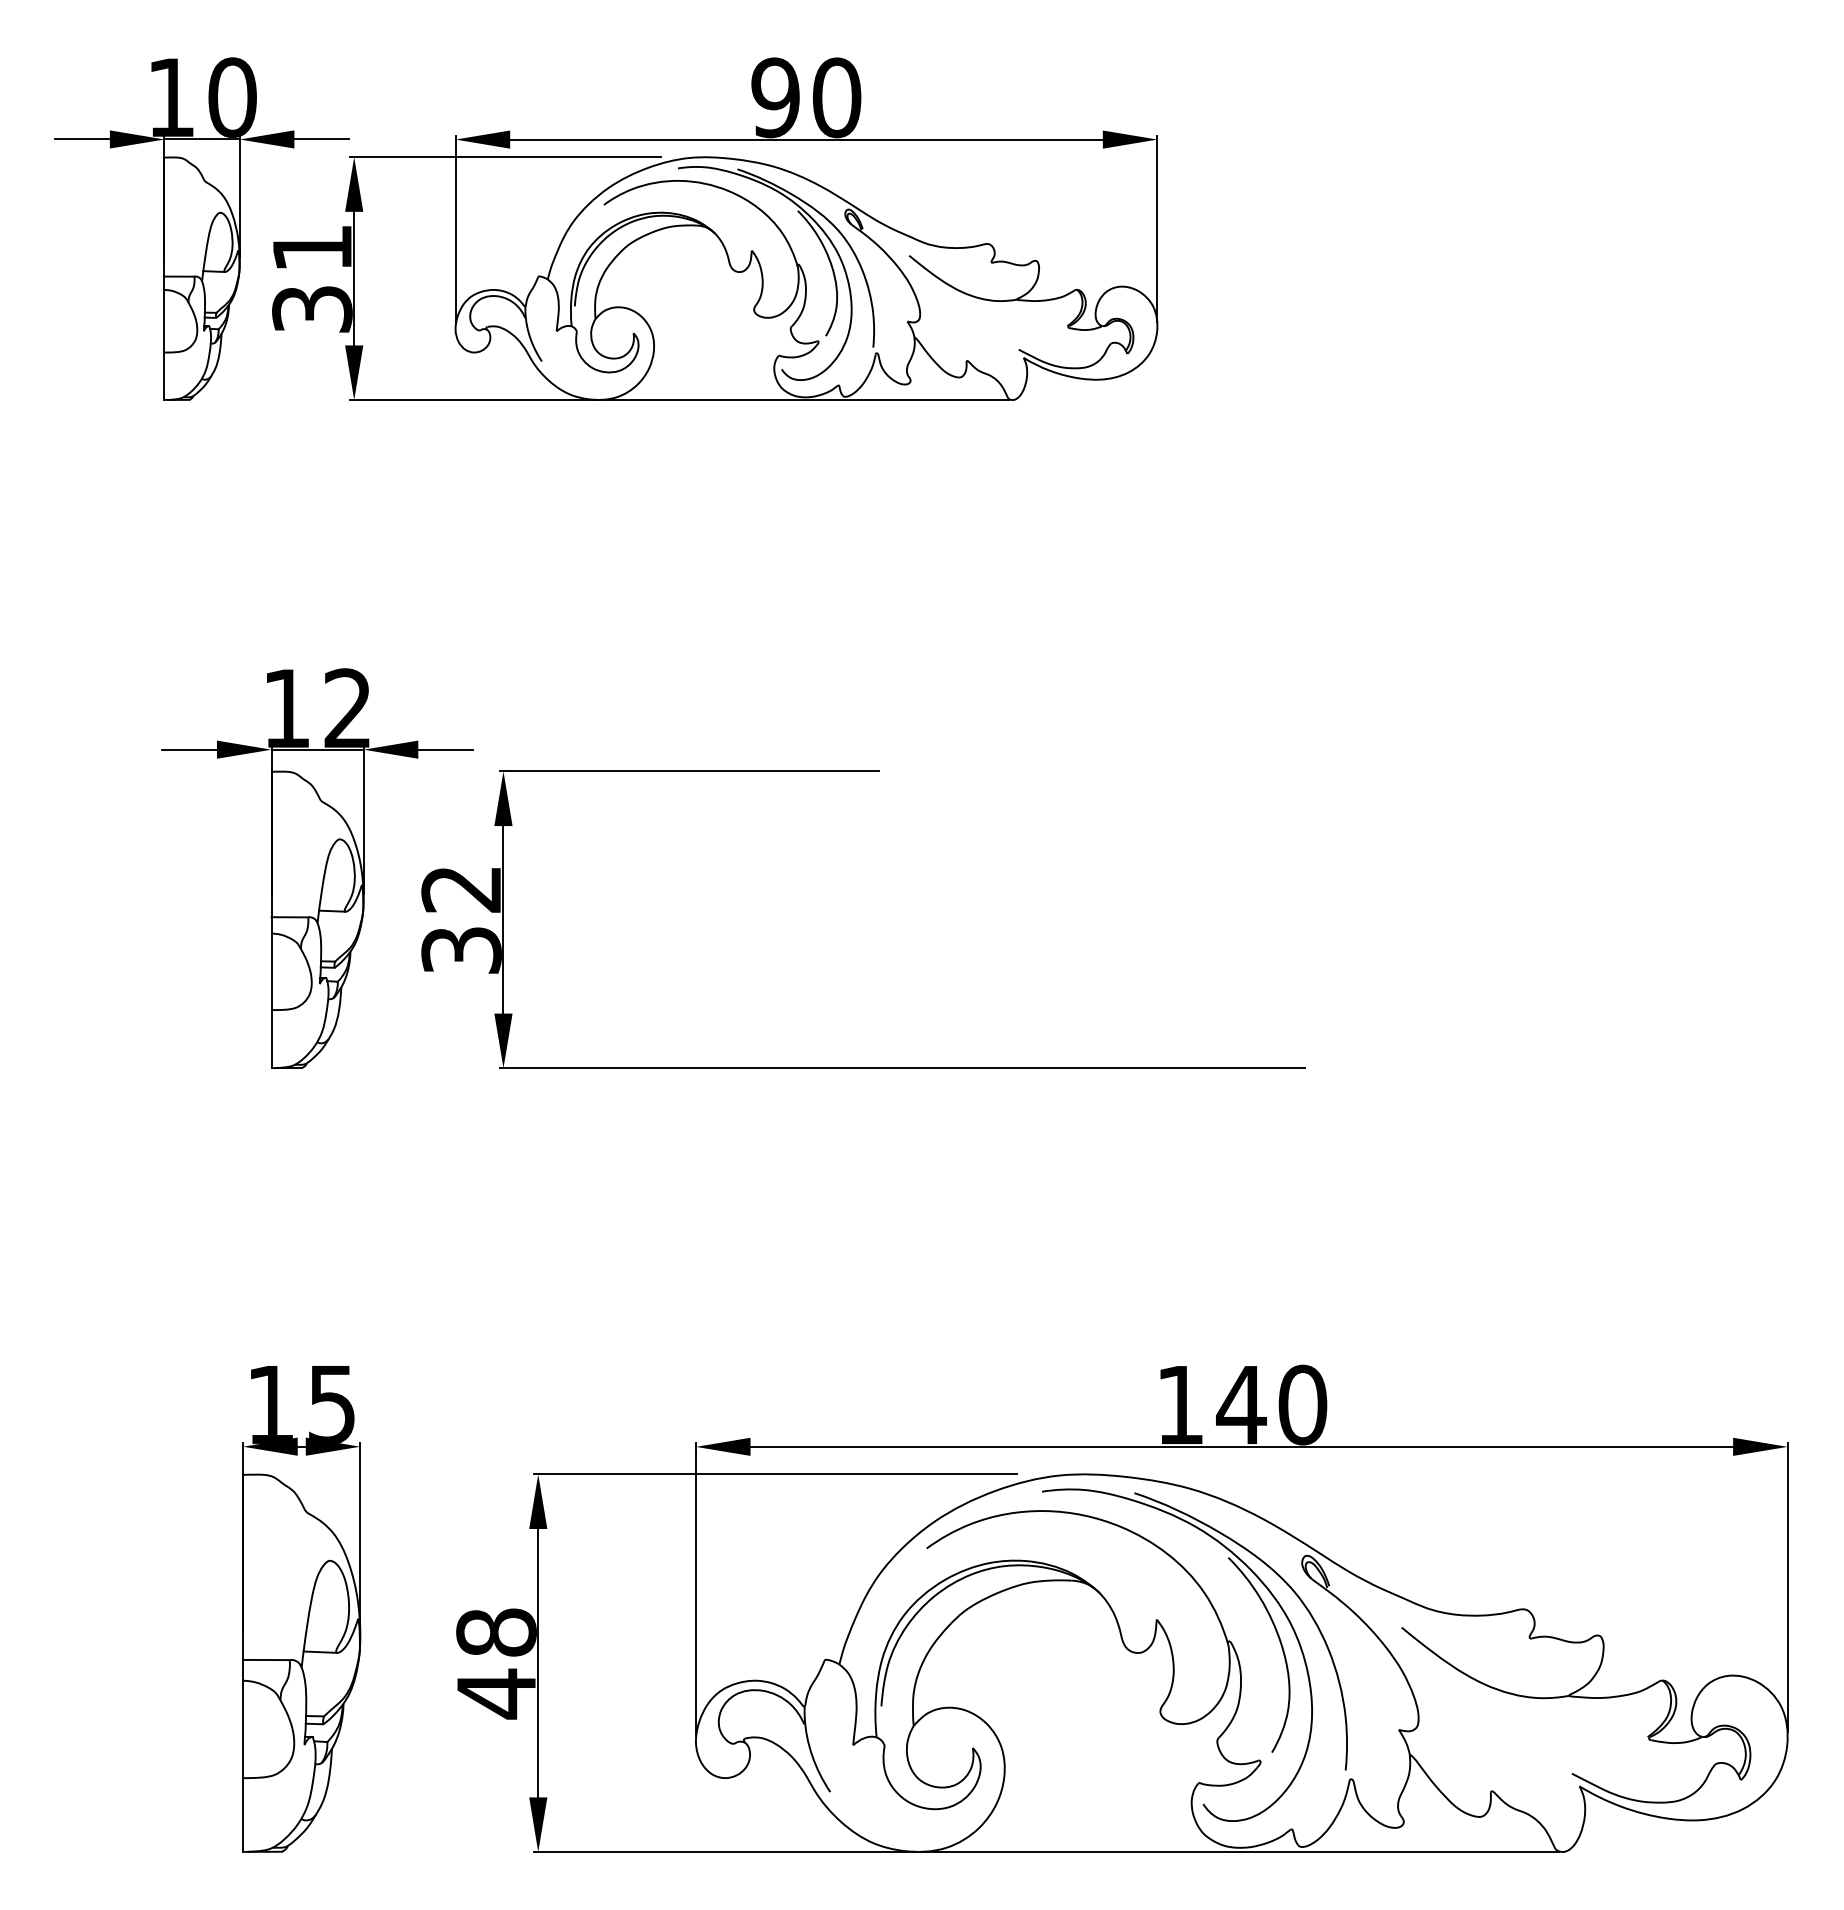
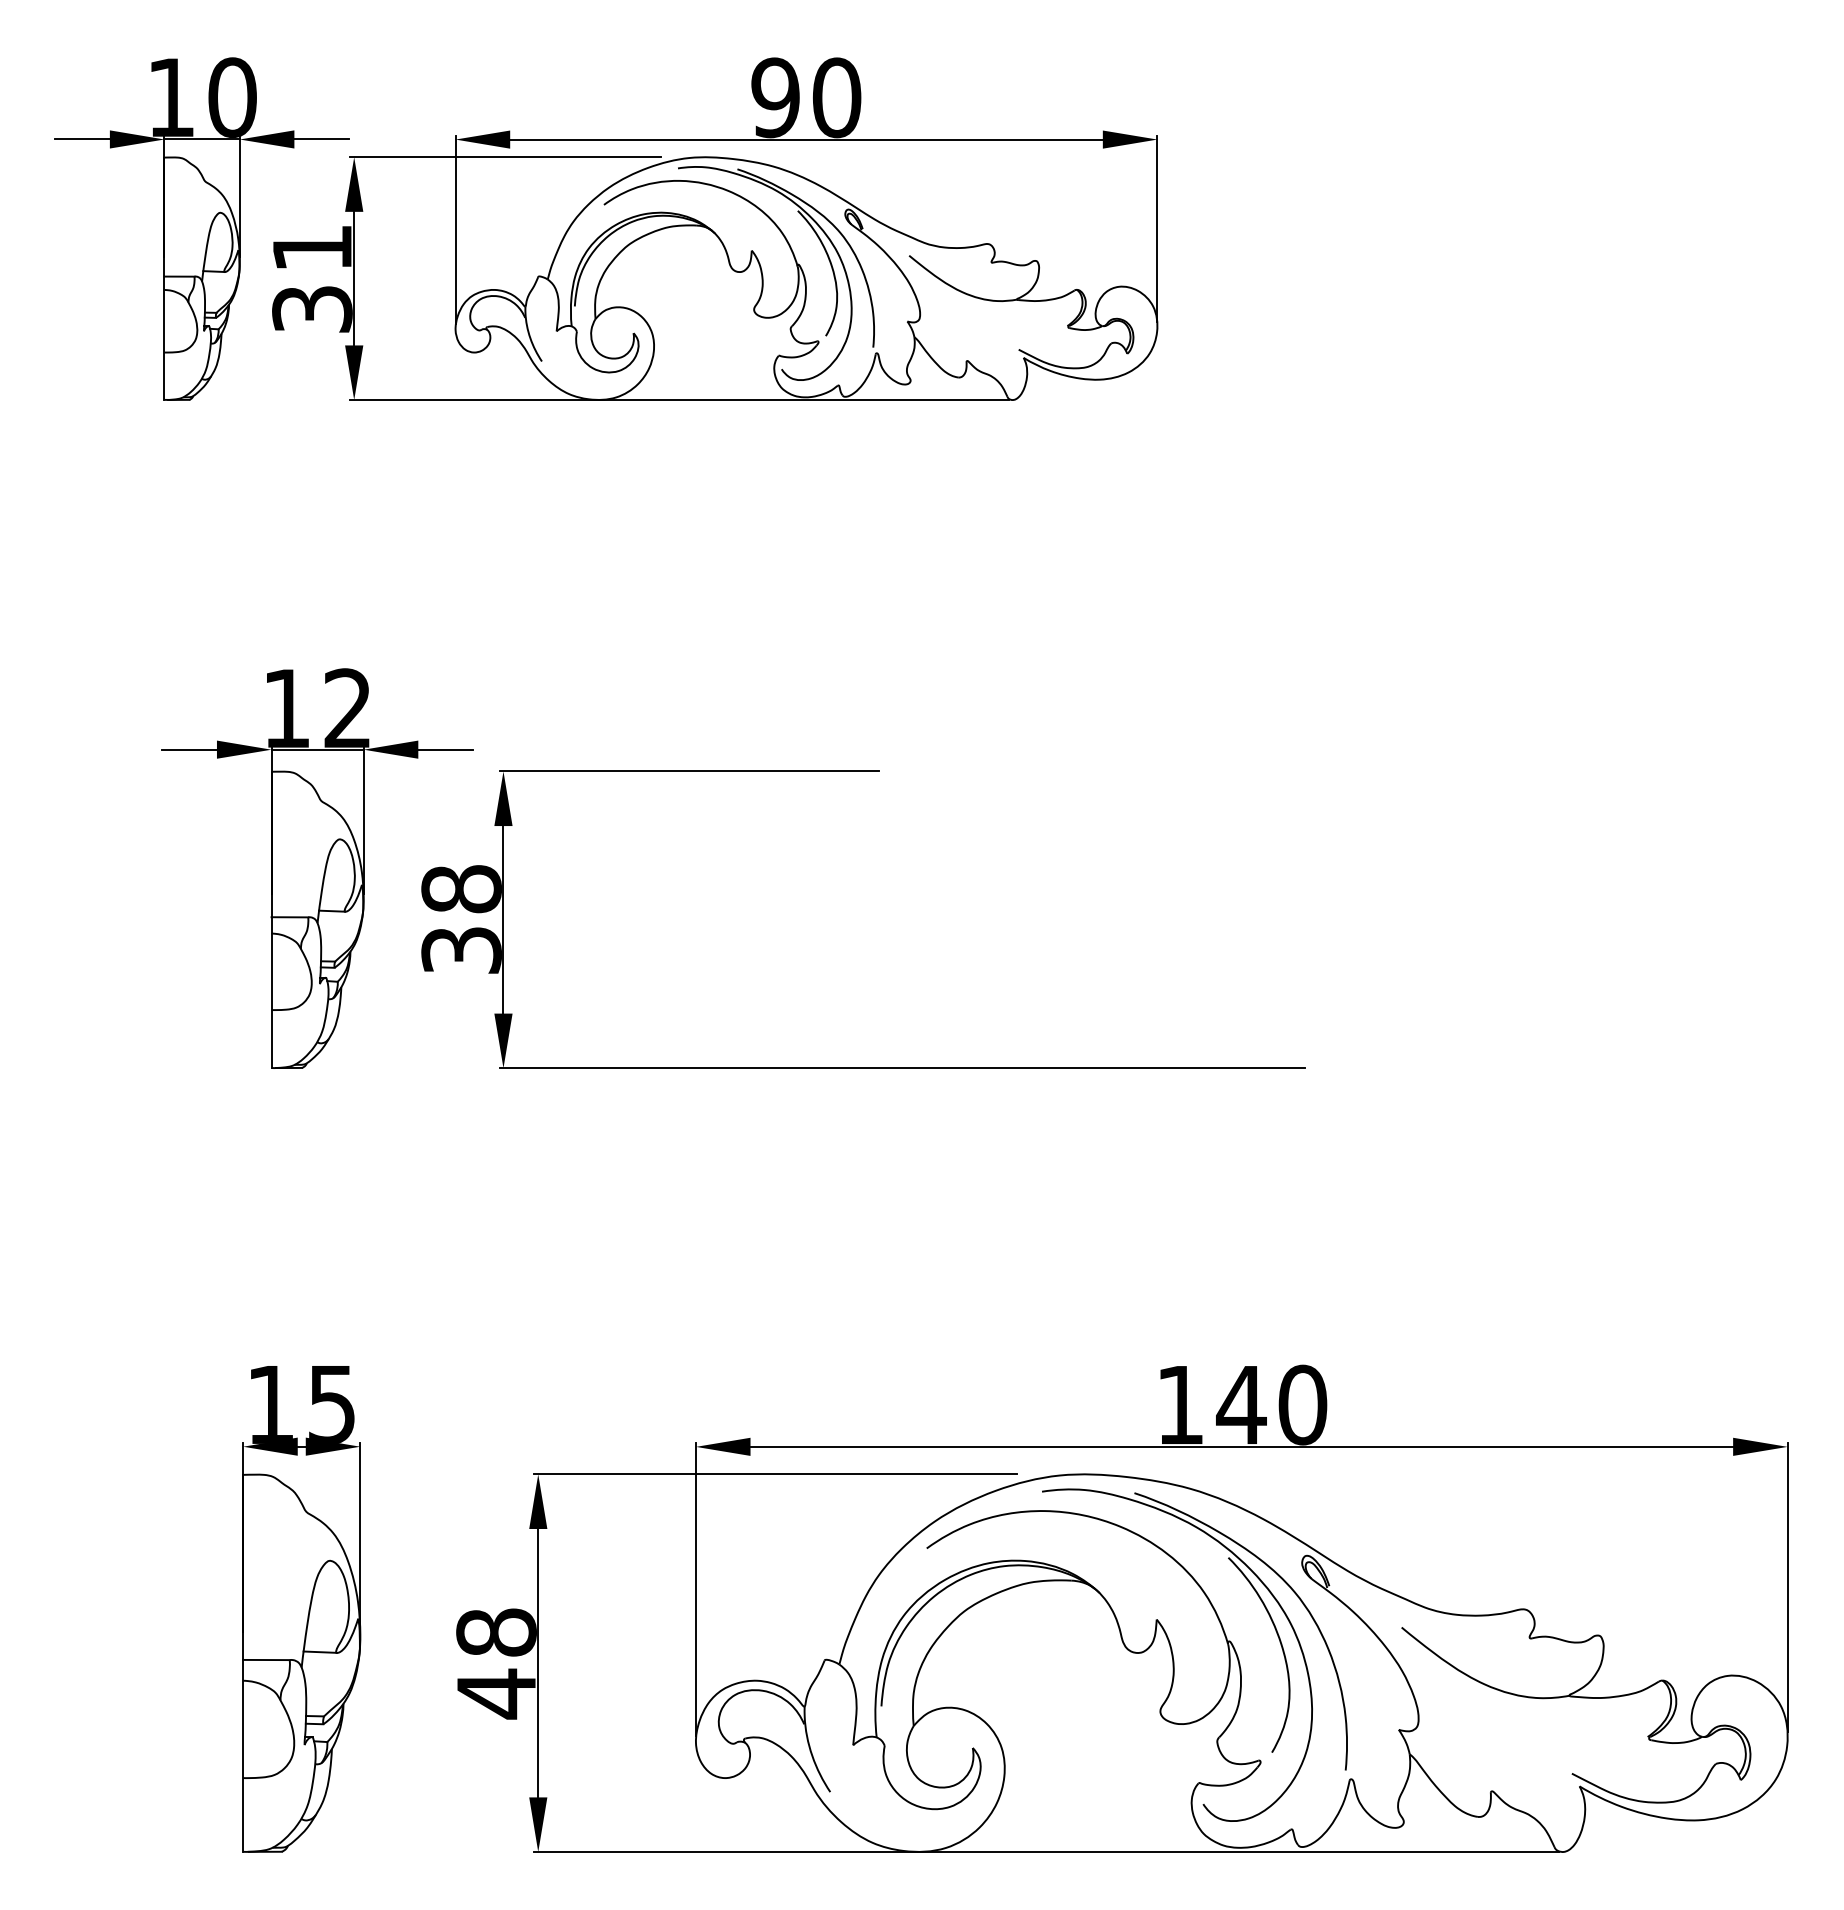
text at (461, 889): 32 -> 38
